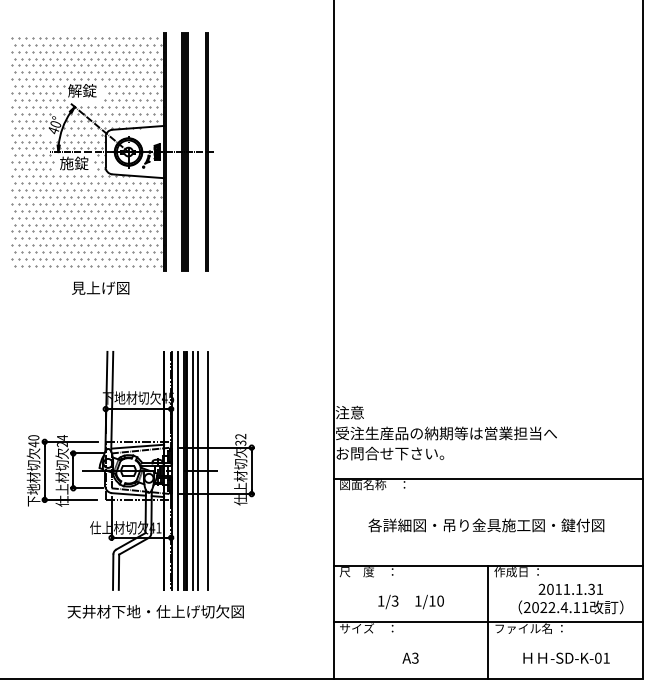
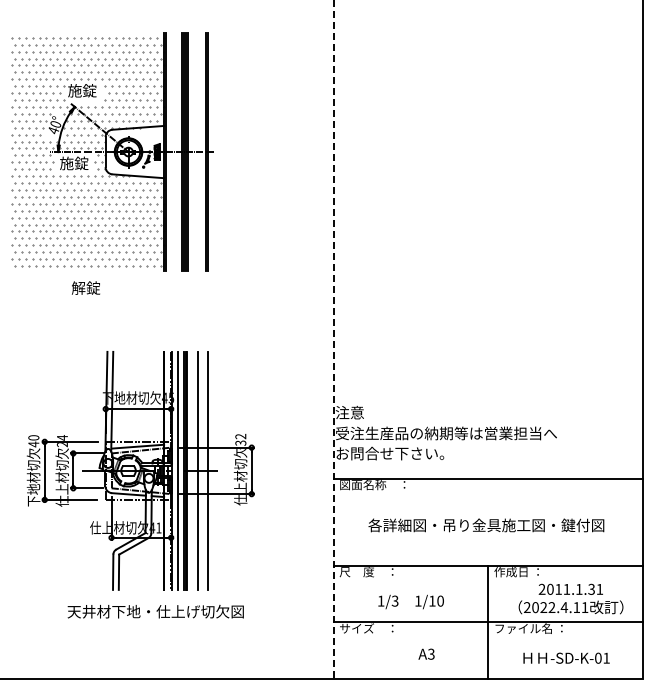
text at (74, 90): 解錠 -> 施錠
text at (100, 287): 見上げ図 -> 解錠
line at (333, 340): solid -> dashed
line at (193, 470): present -> none
text at (410, 657) position: (410, 657) -> (426, 653)
